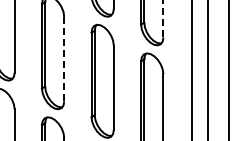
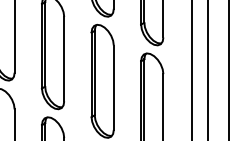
line at (163, 18): dashed -> solid
line at (64, 58): dashed -> solid
